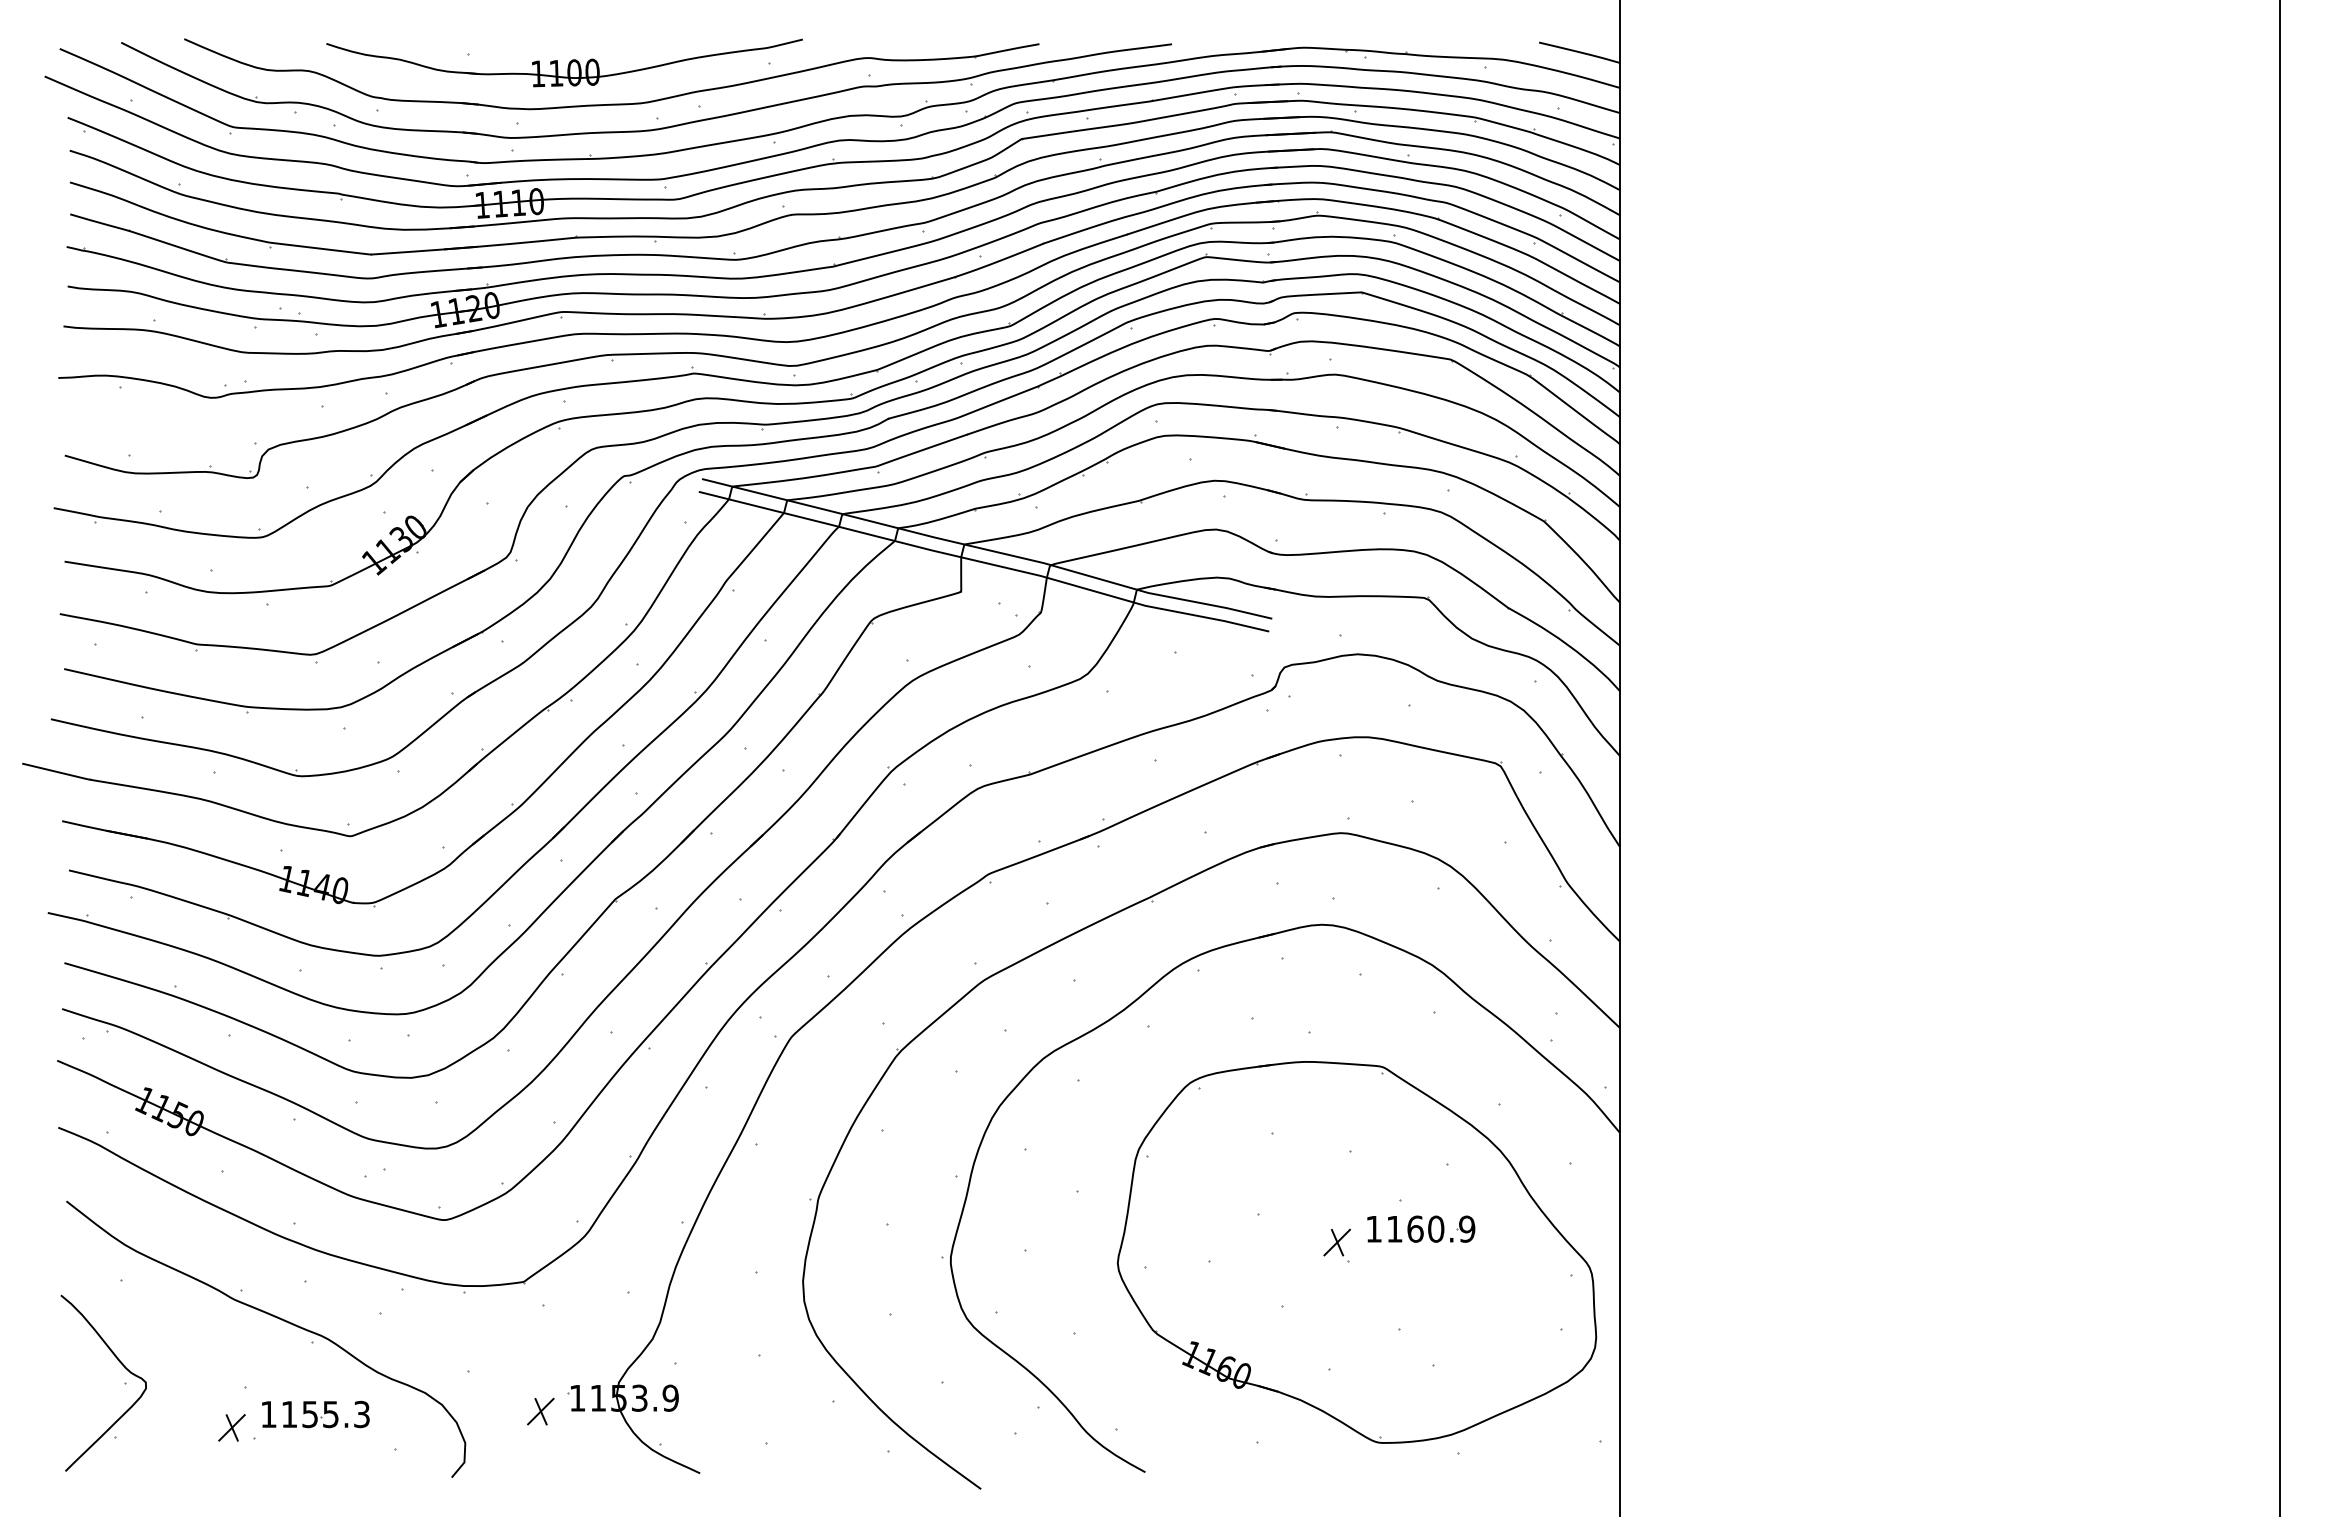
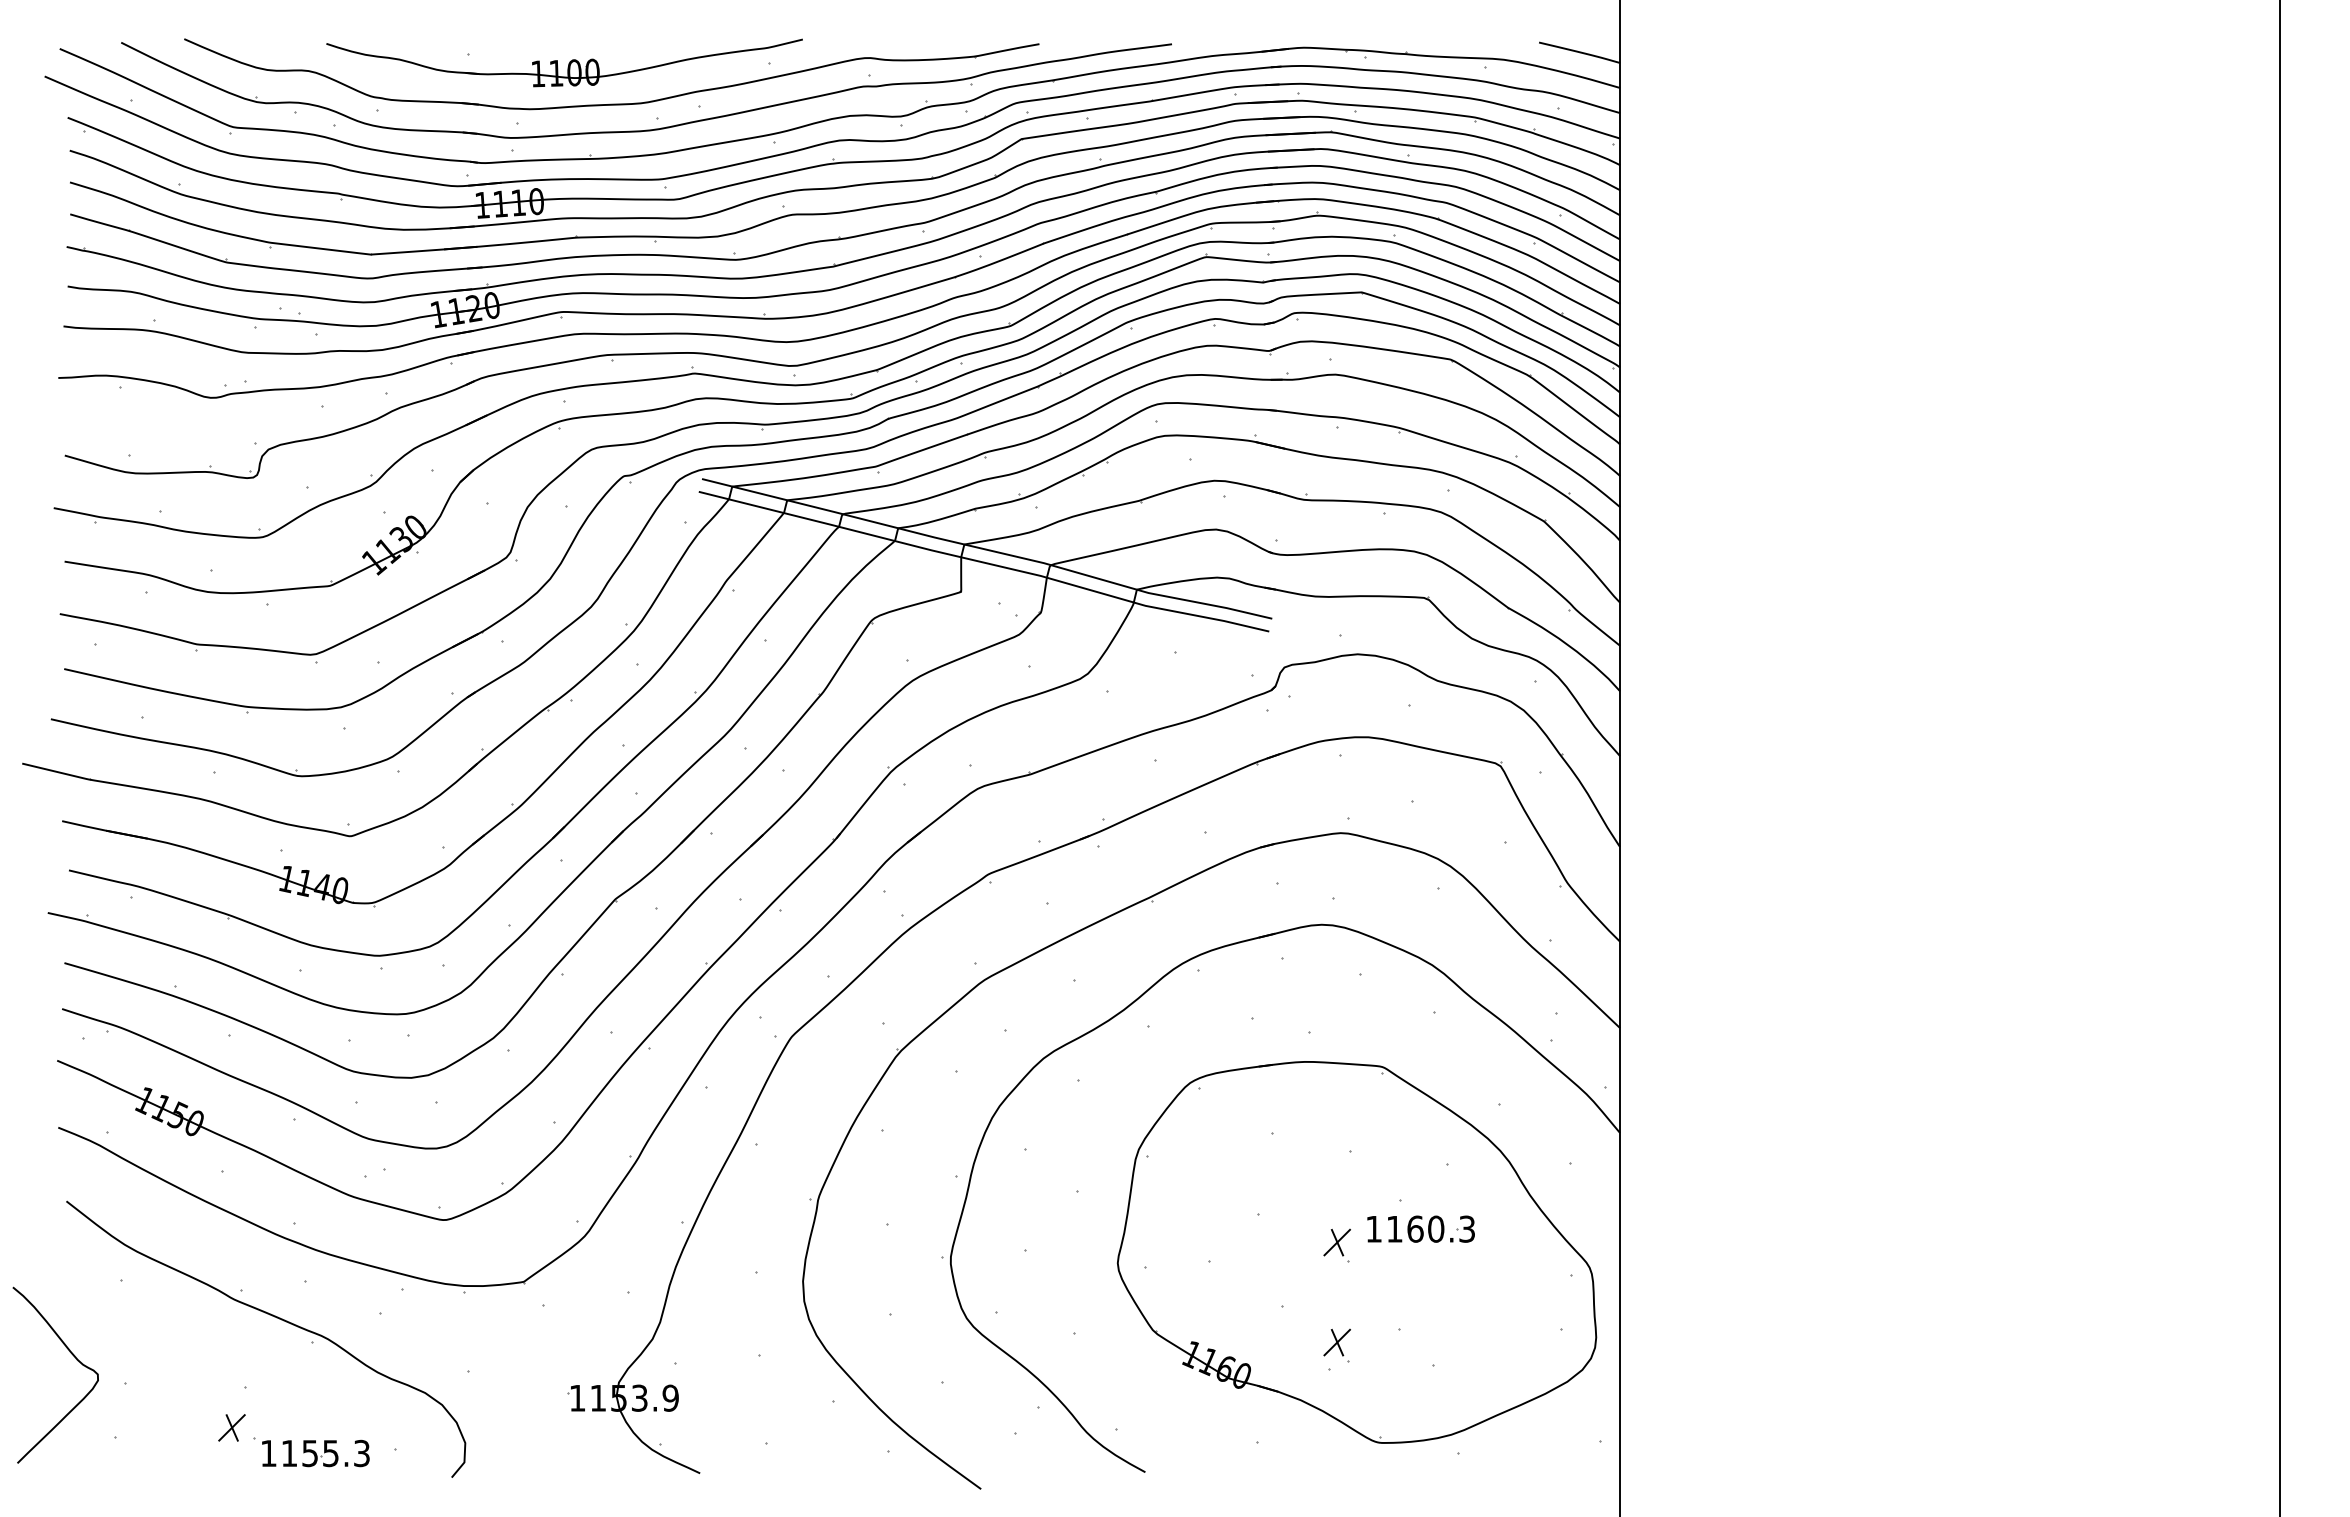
text at (1467, 1228): 1160.9 -> 1160.3
part at (1336, 1345): none -> present
curve at (124, 1368) position: (124, 1368) -> (76, 1360)
part at (540, 1411): present -> none
part at (315, 1414) position: (315, 1414) -> (315, 1453)
